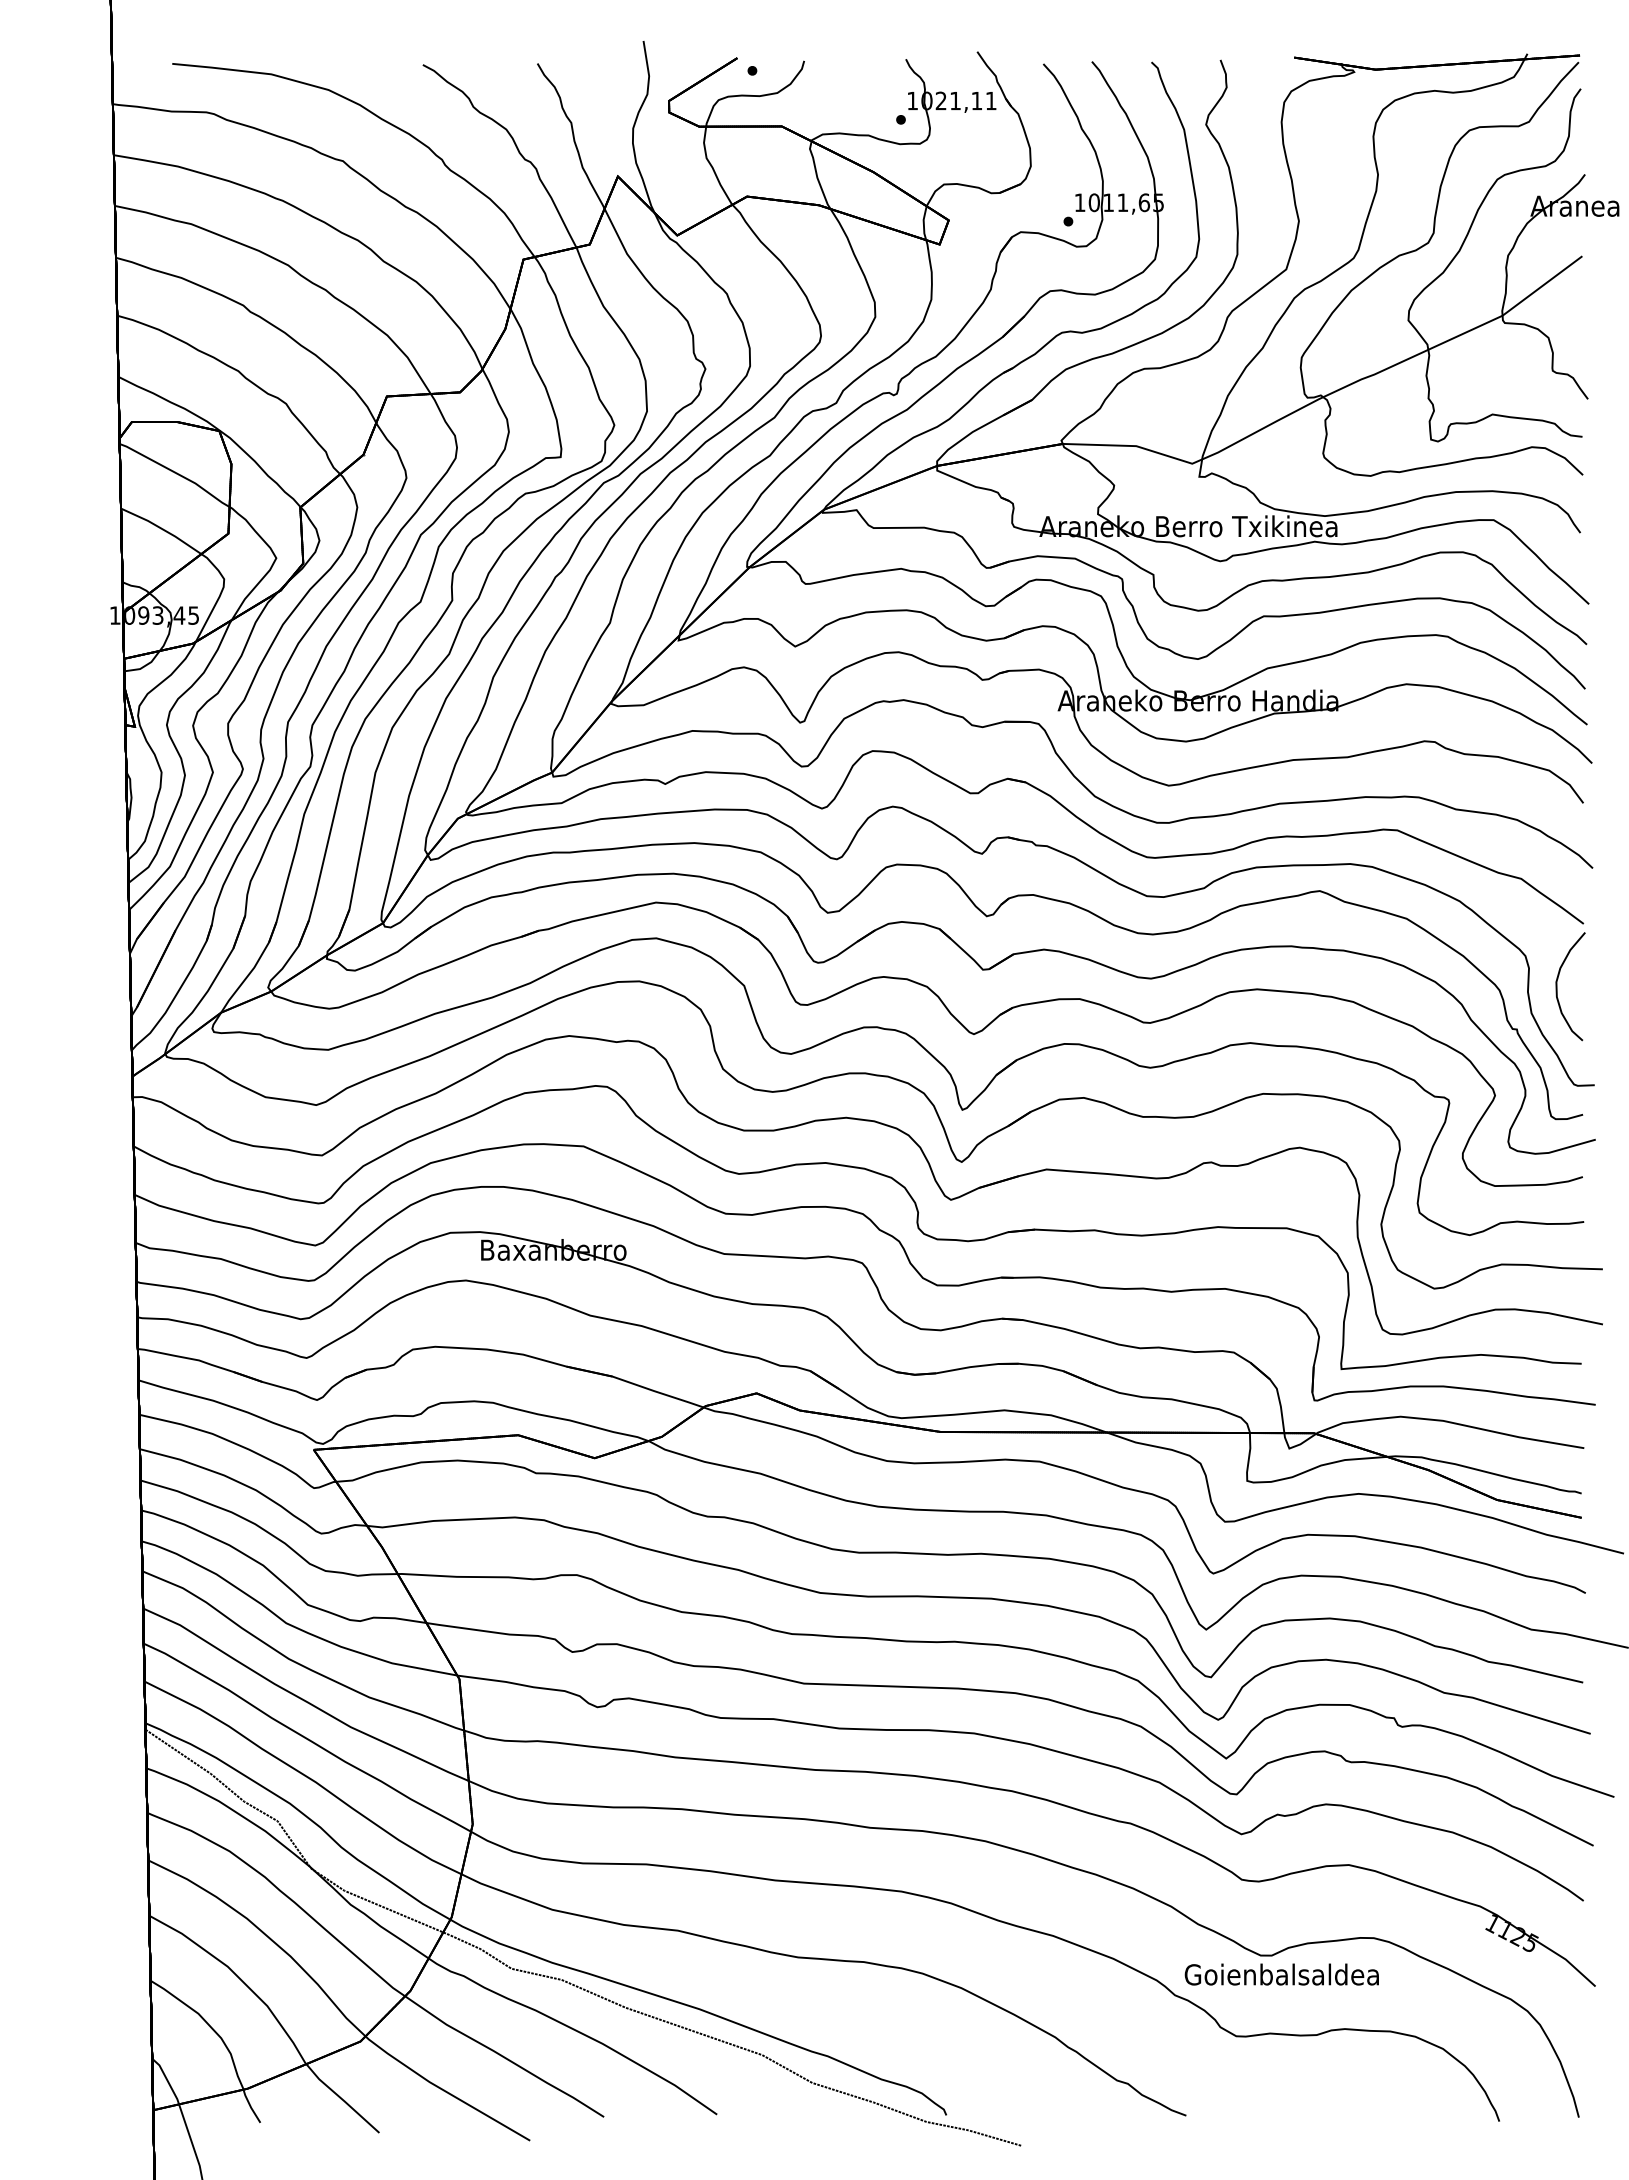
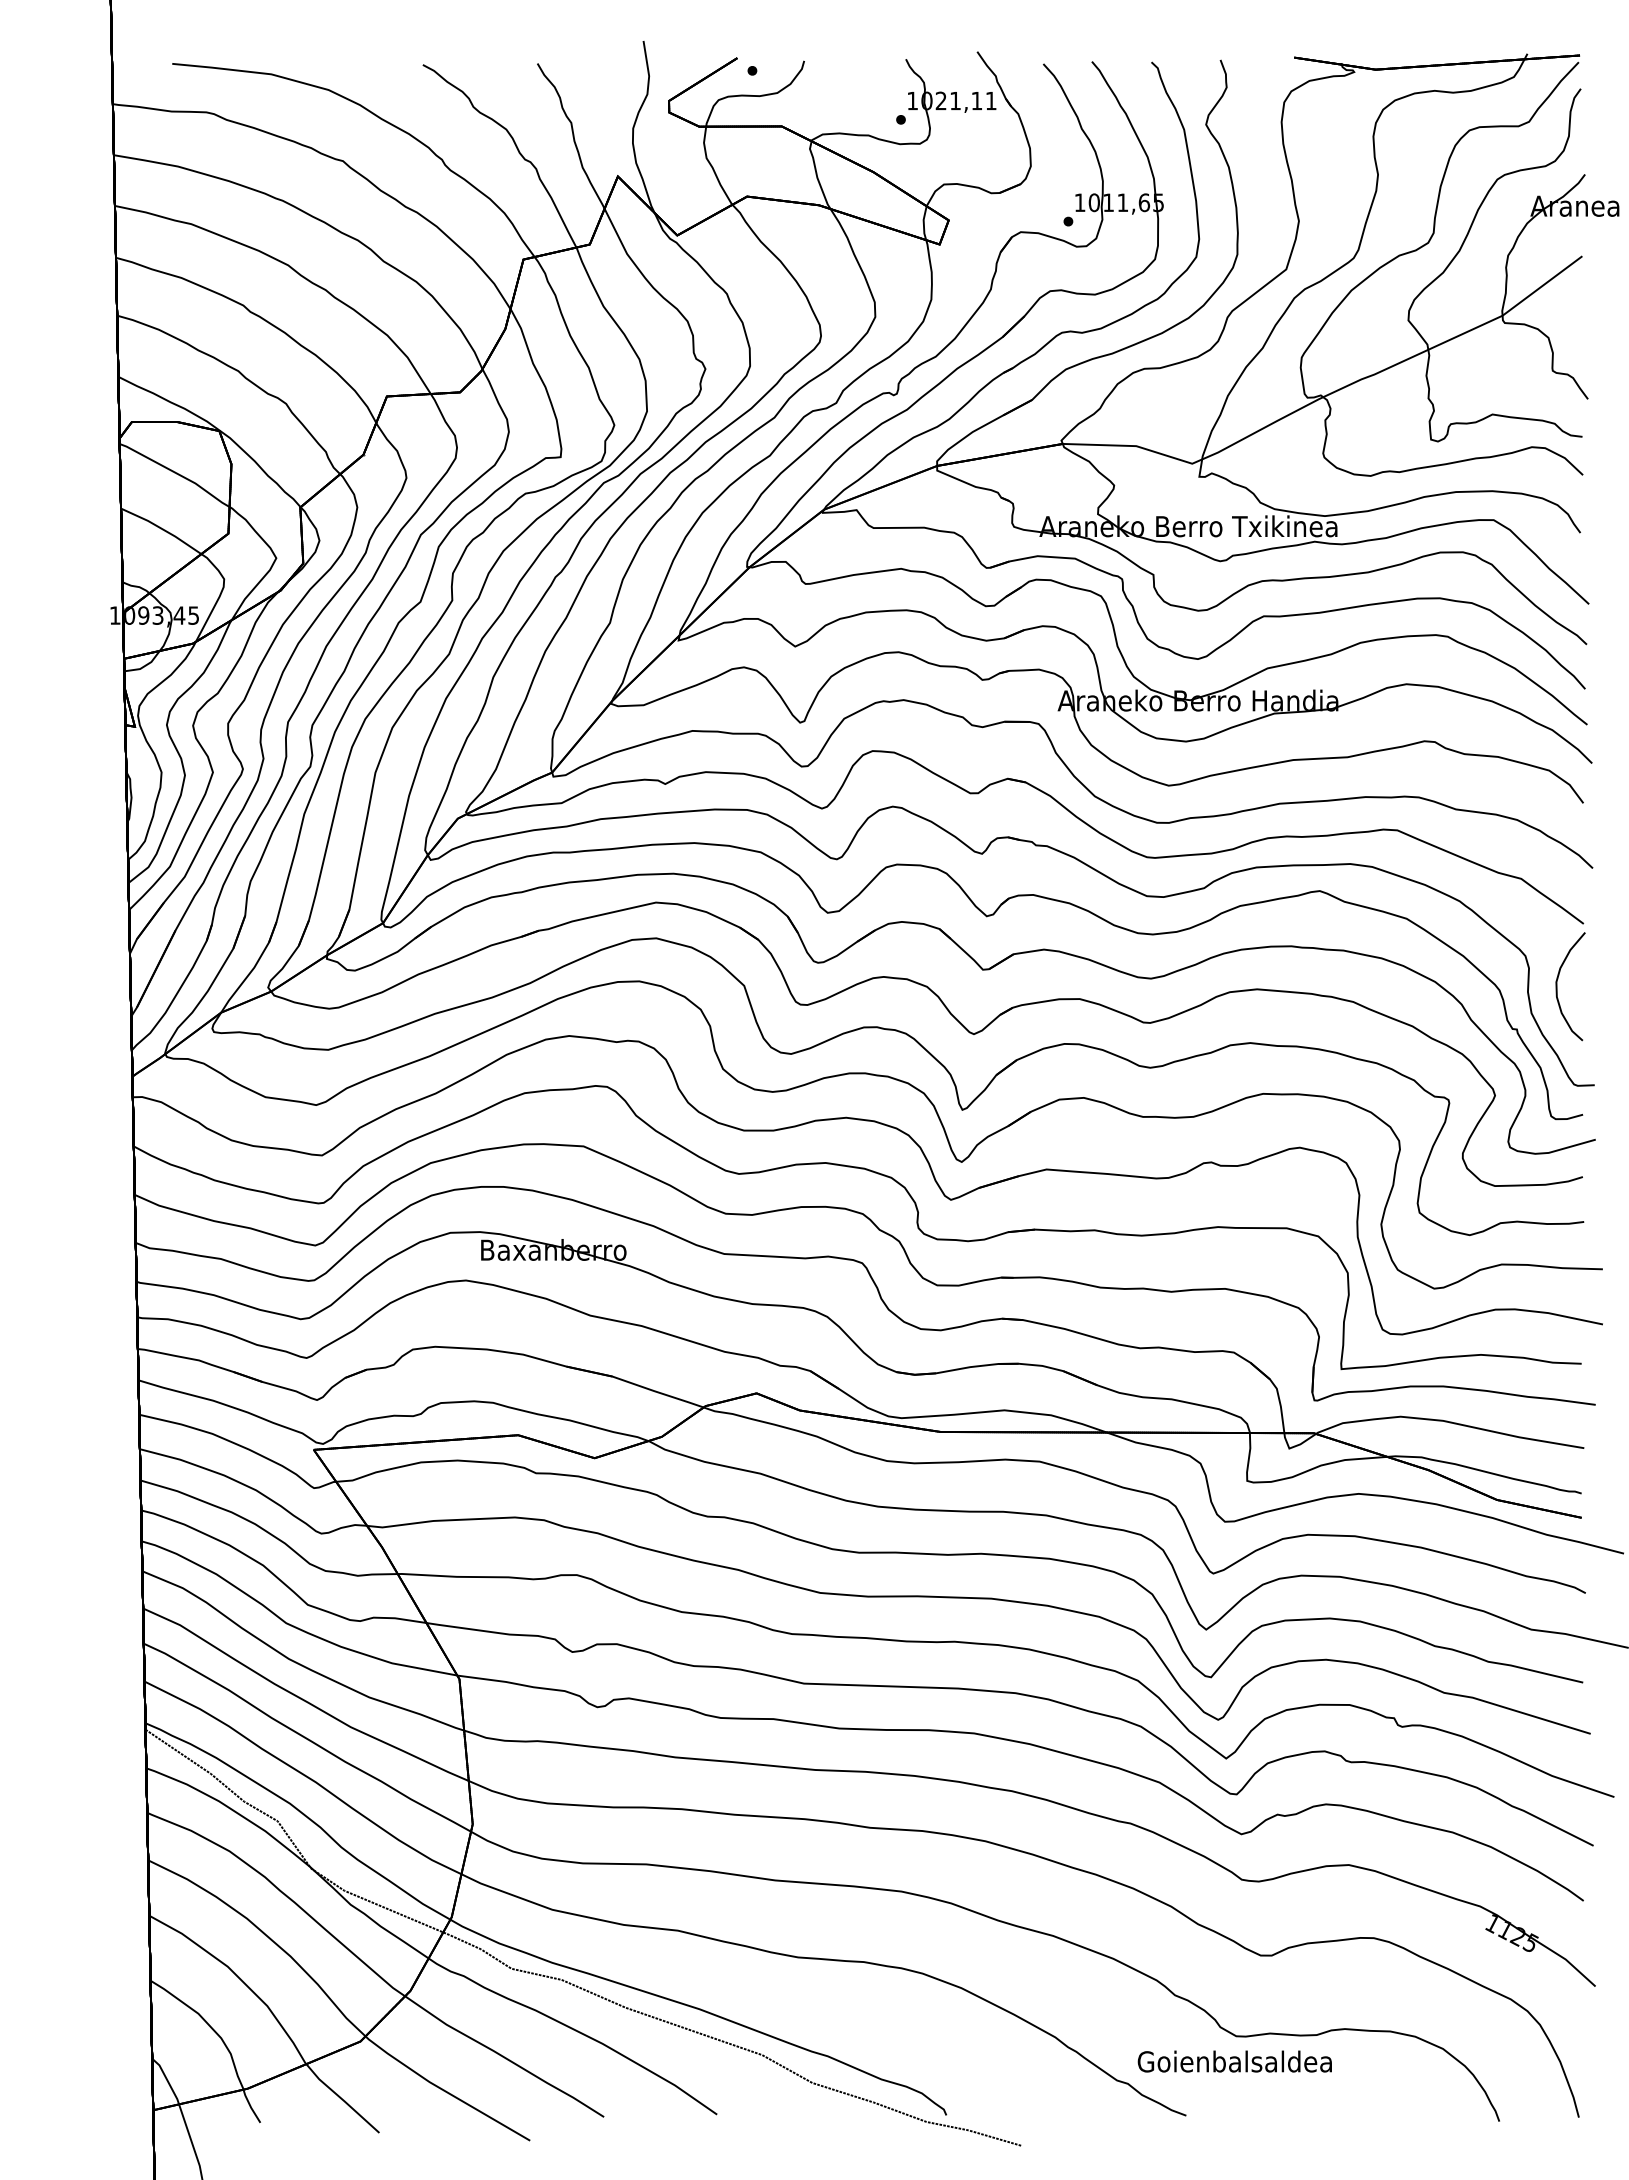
text at (1281, 1974) position: (1281, 1974) -> (1234, 2061)
